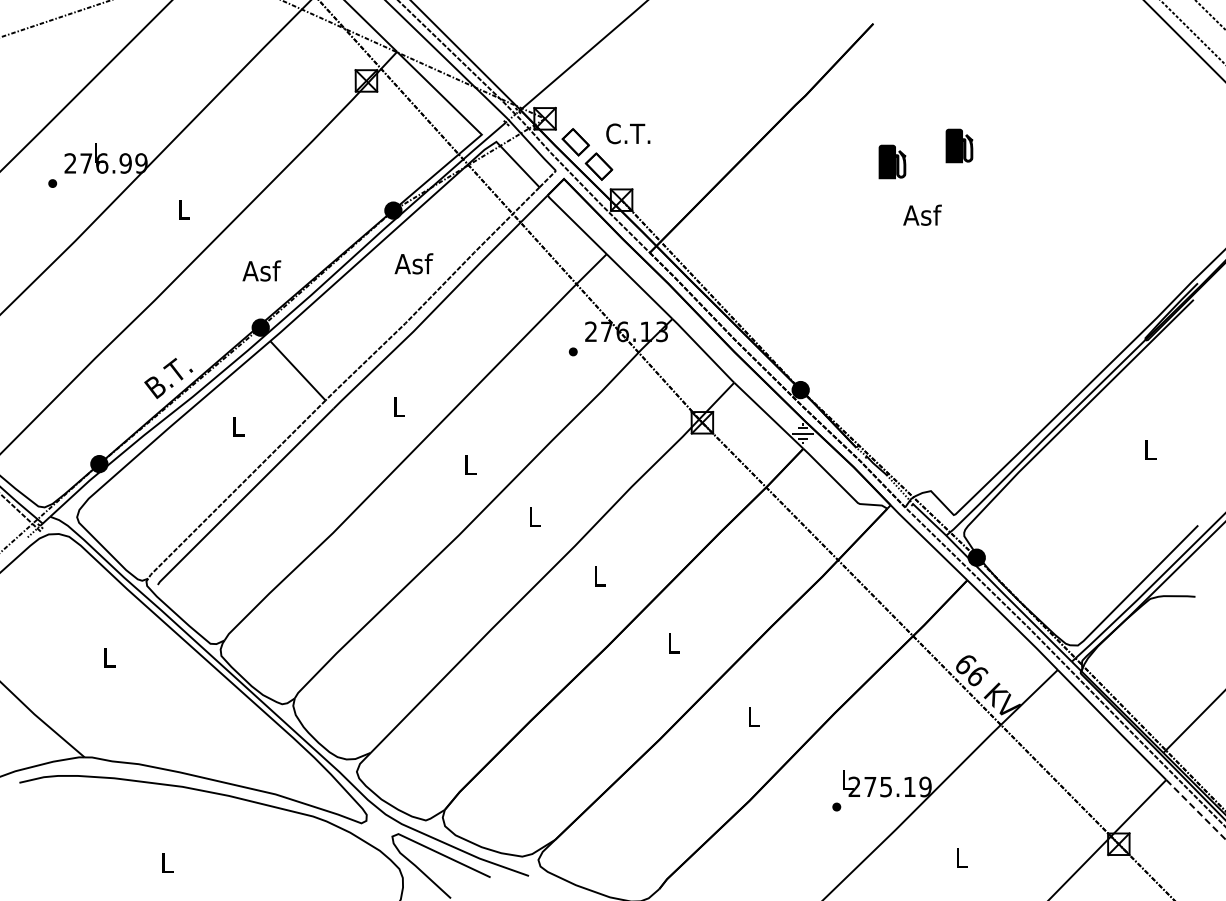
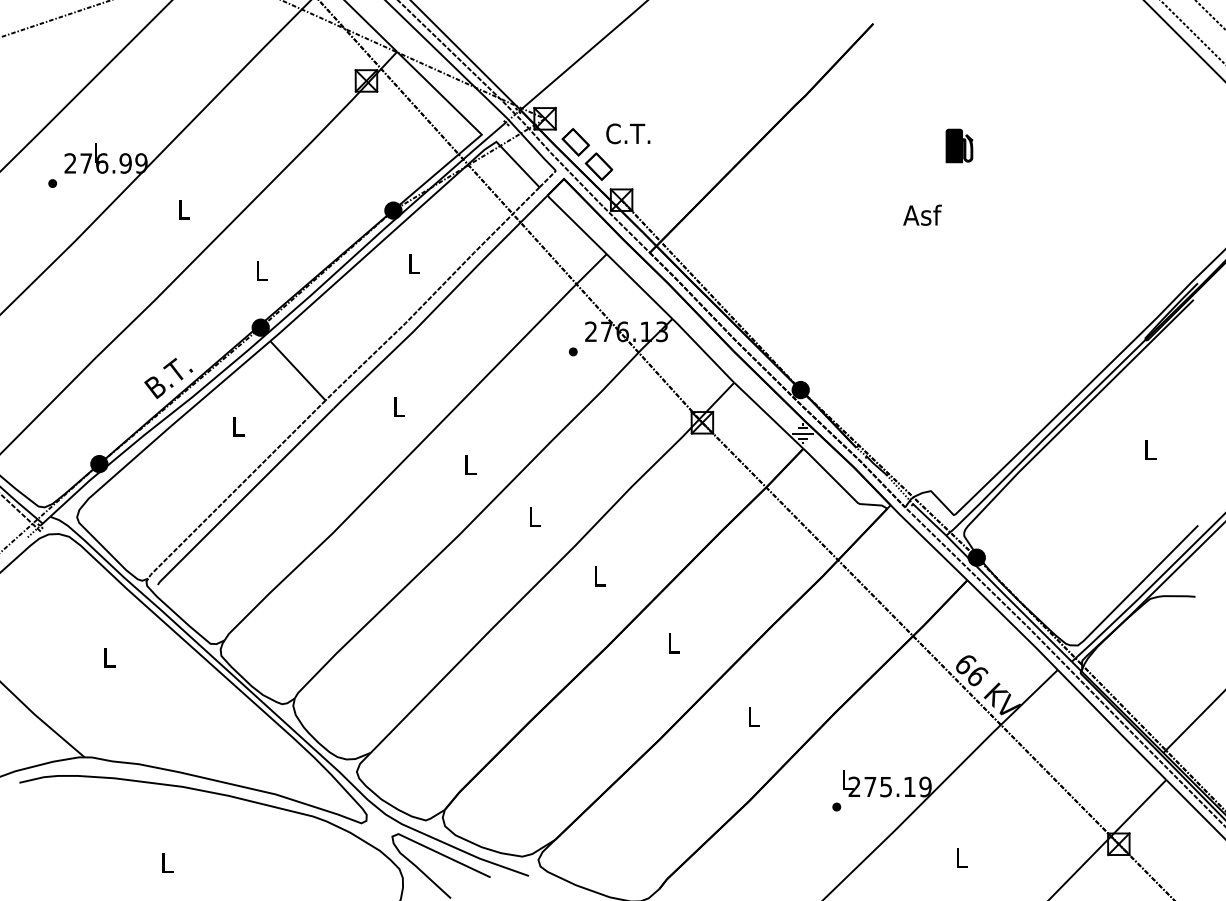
part at (892, 161): present -> none
text at (413, 263): Asf -> L
text at (261, 270): Asf -> L
line at (1195, 809): dashed -> solid
